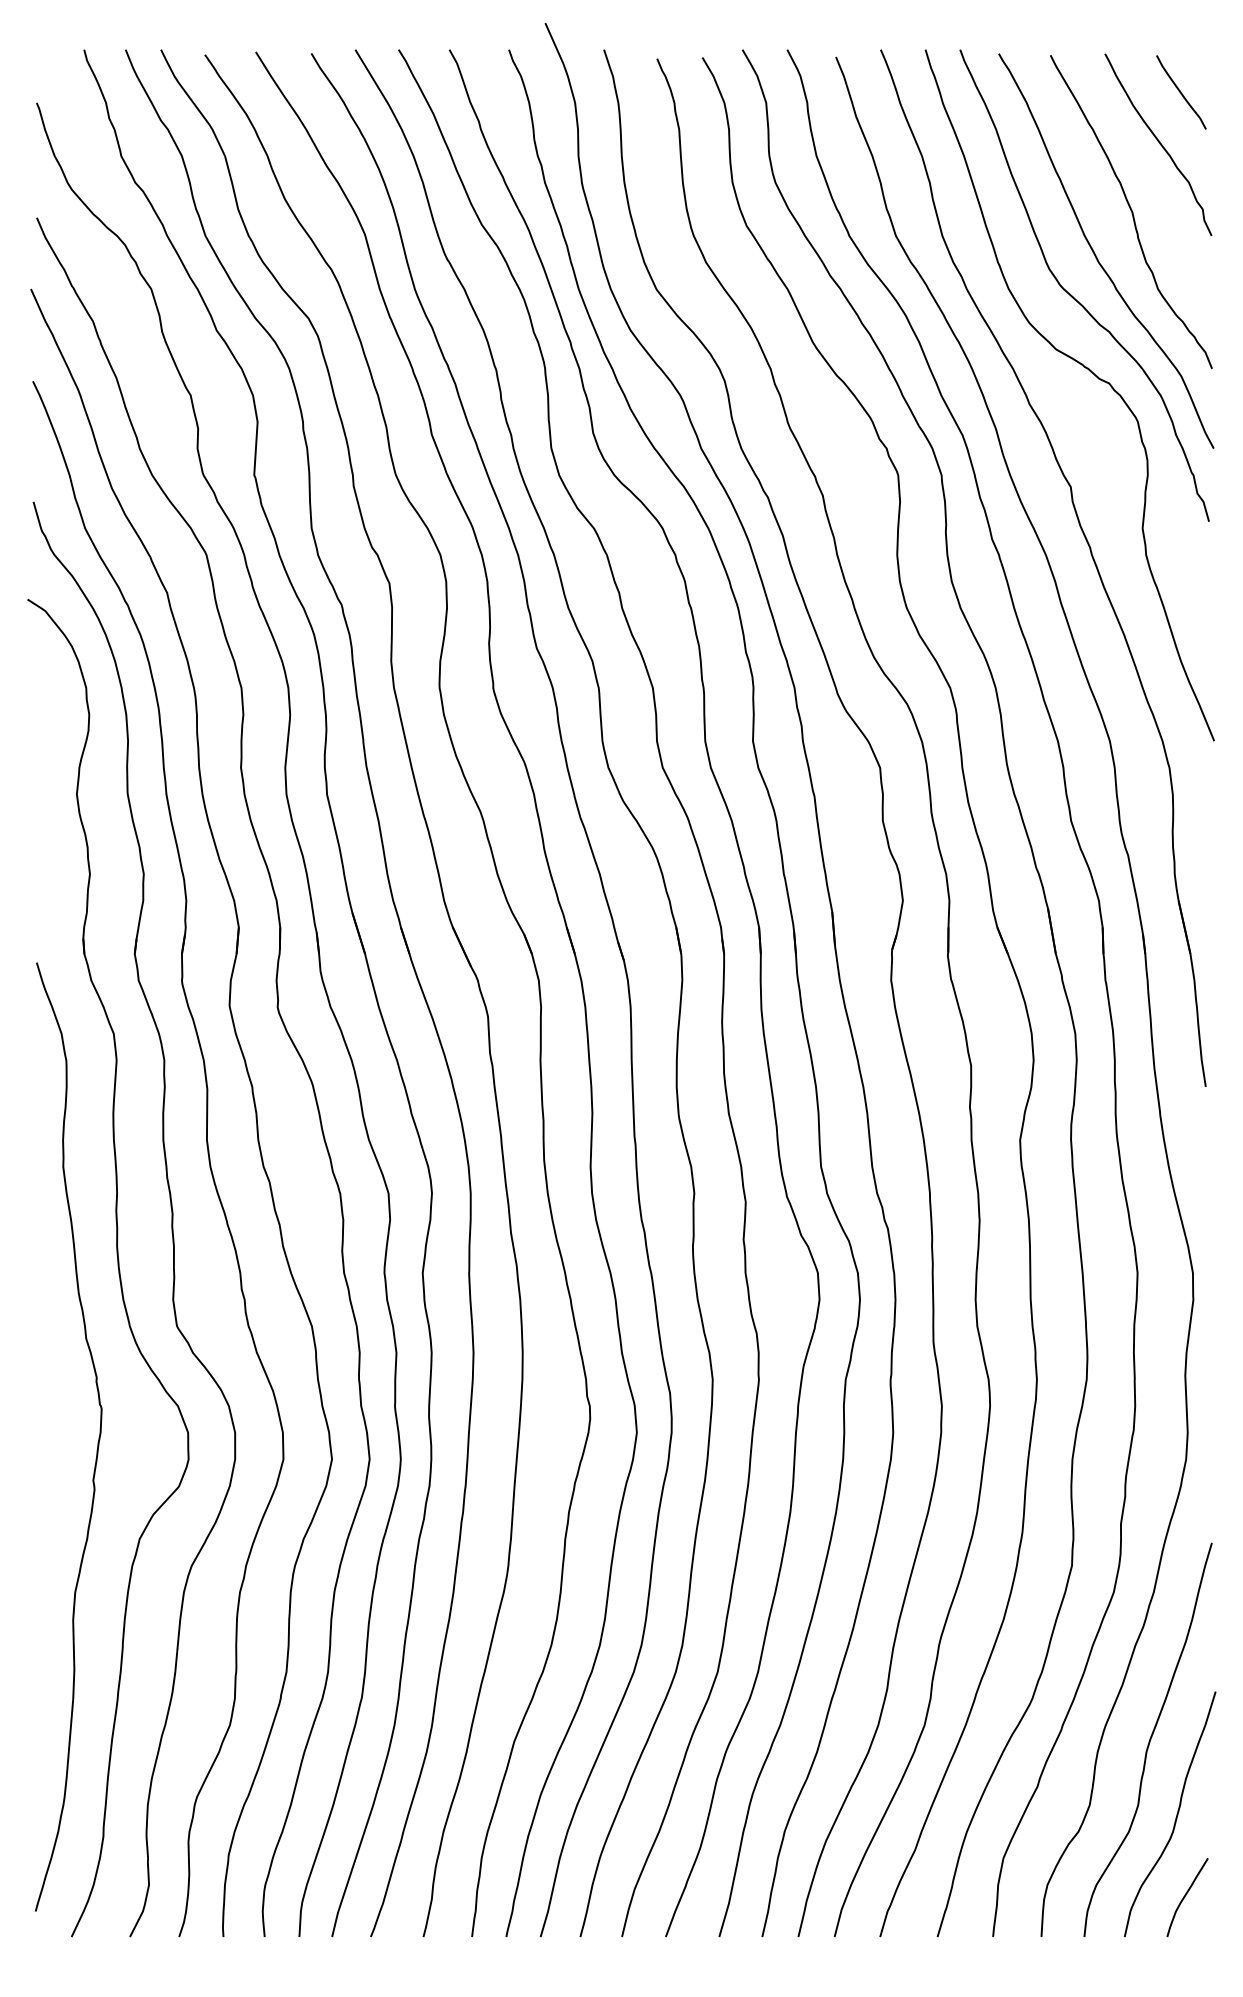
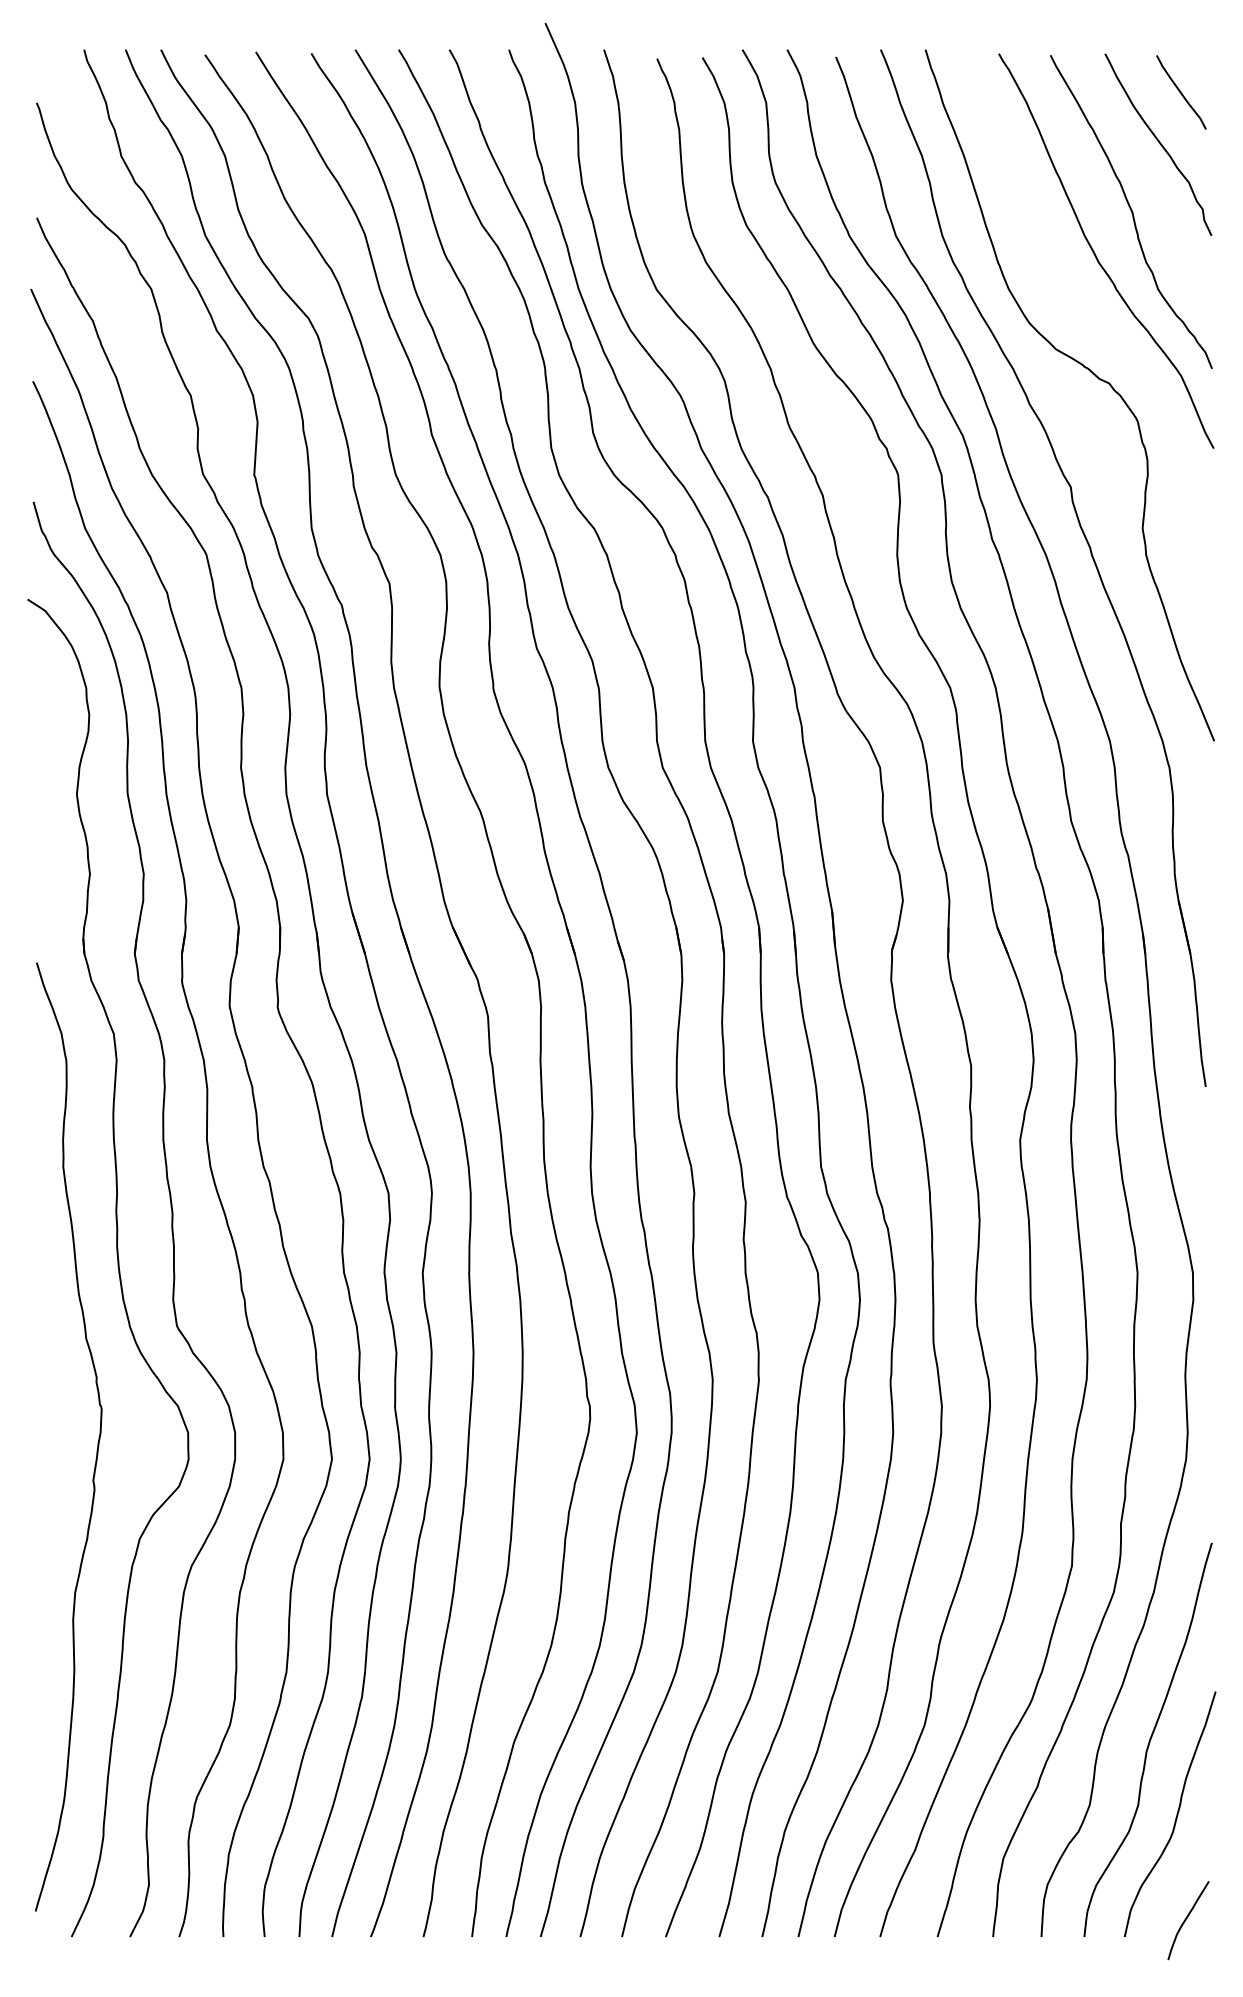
curve at (1073, 296): present -> none
curve at (1185, 1897) position: (1185, 1897) -> (1186, 1920)
